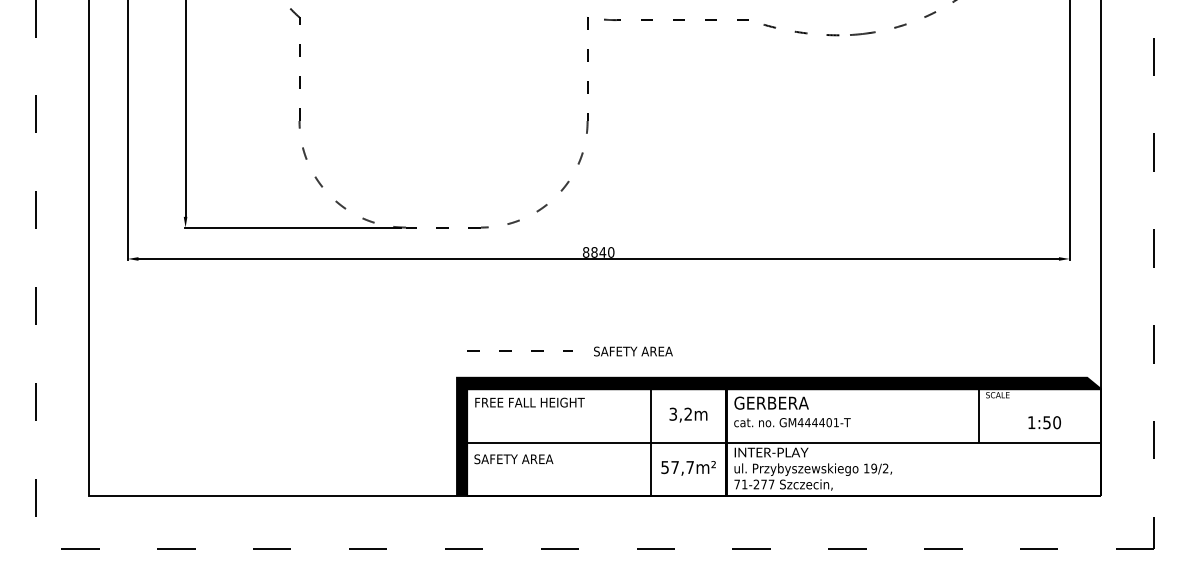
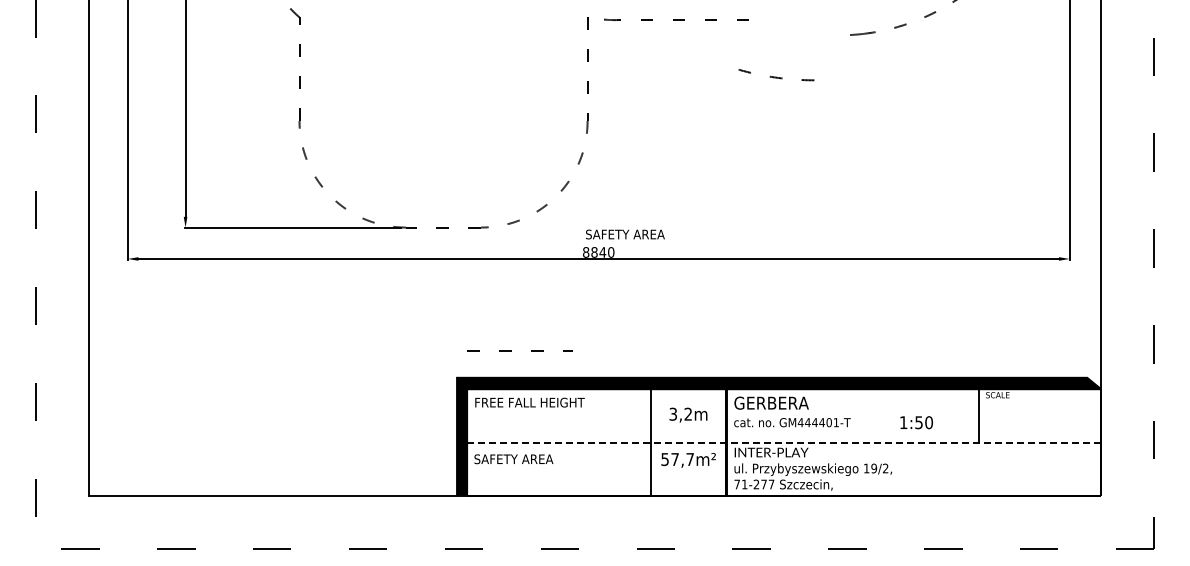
arc at (801, 31) position: (801, 31) -> (776, 76)
text at (633, 351) position: (633, 351) -> (625, 234)
text at (1044, 422) position: (1044, 422) -> (916, 422)
line at (784, 442): solid -> dashed
text at (688, 468) position: (688, 468) -> (688, 460)
